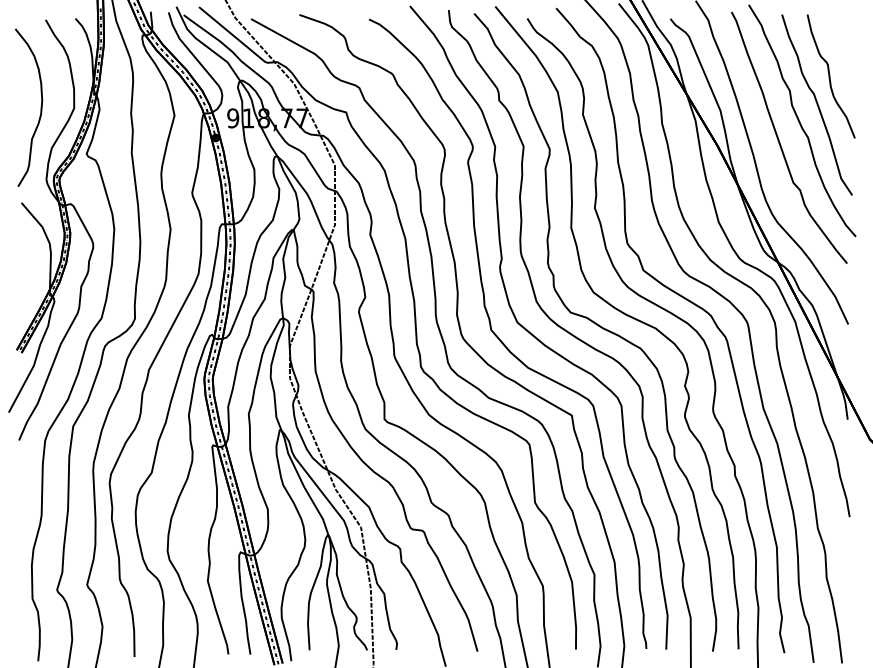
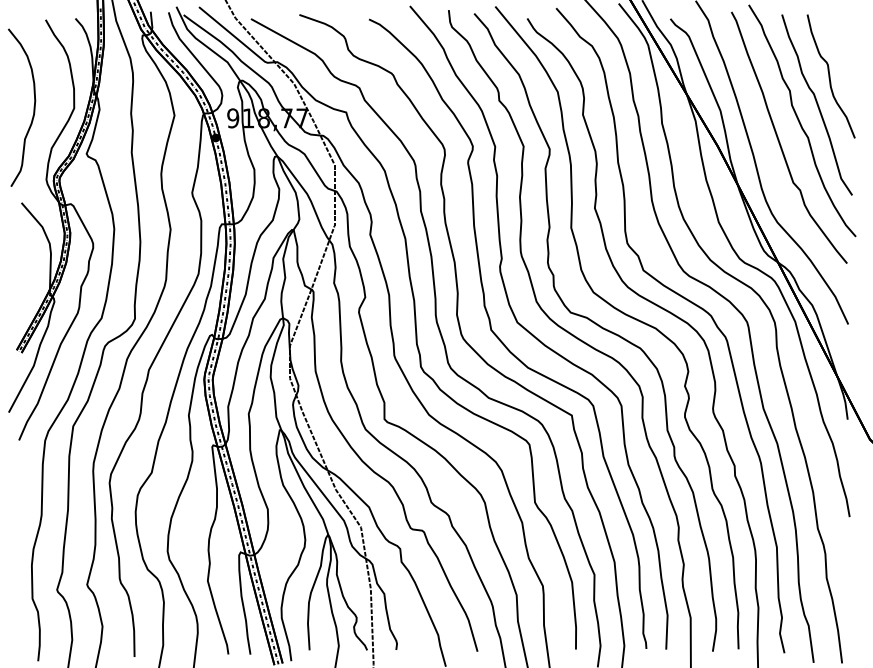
curve at (40, 107) position: (40, 107) -> (33, 107)
